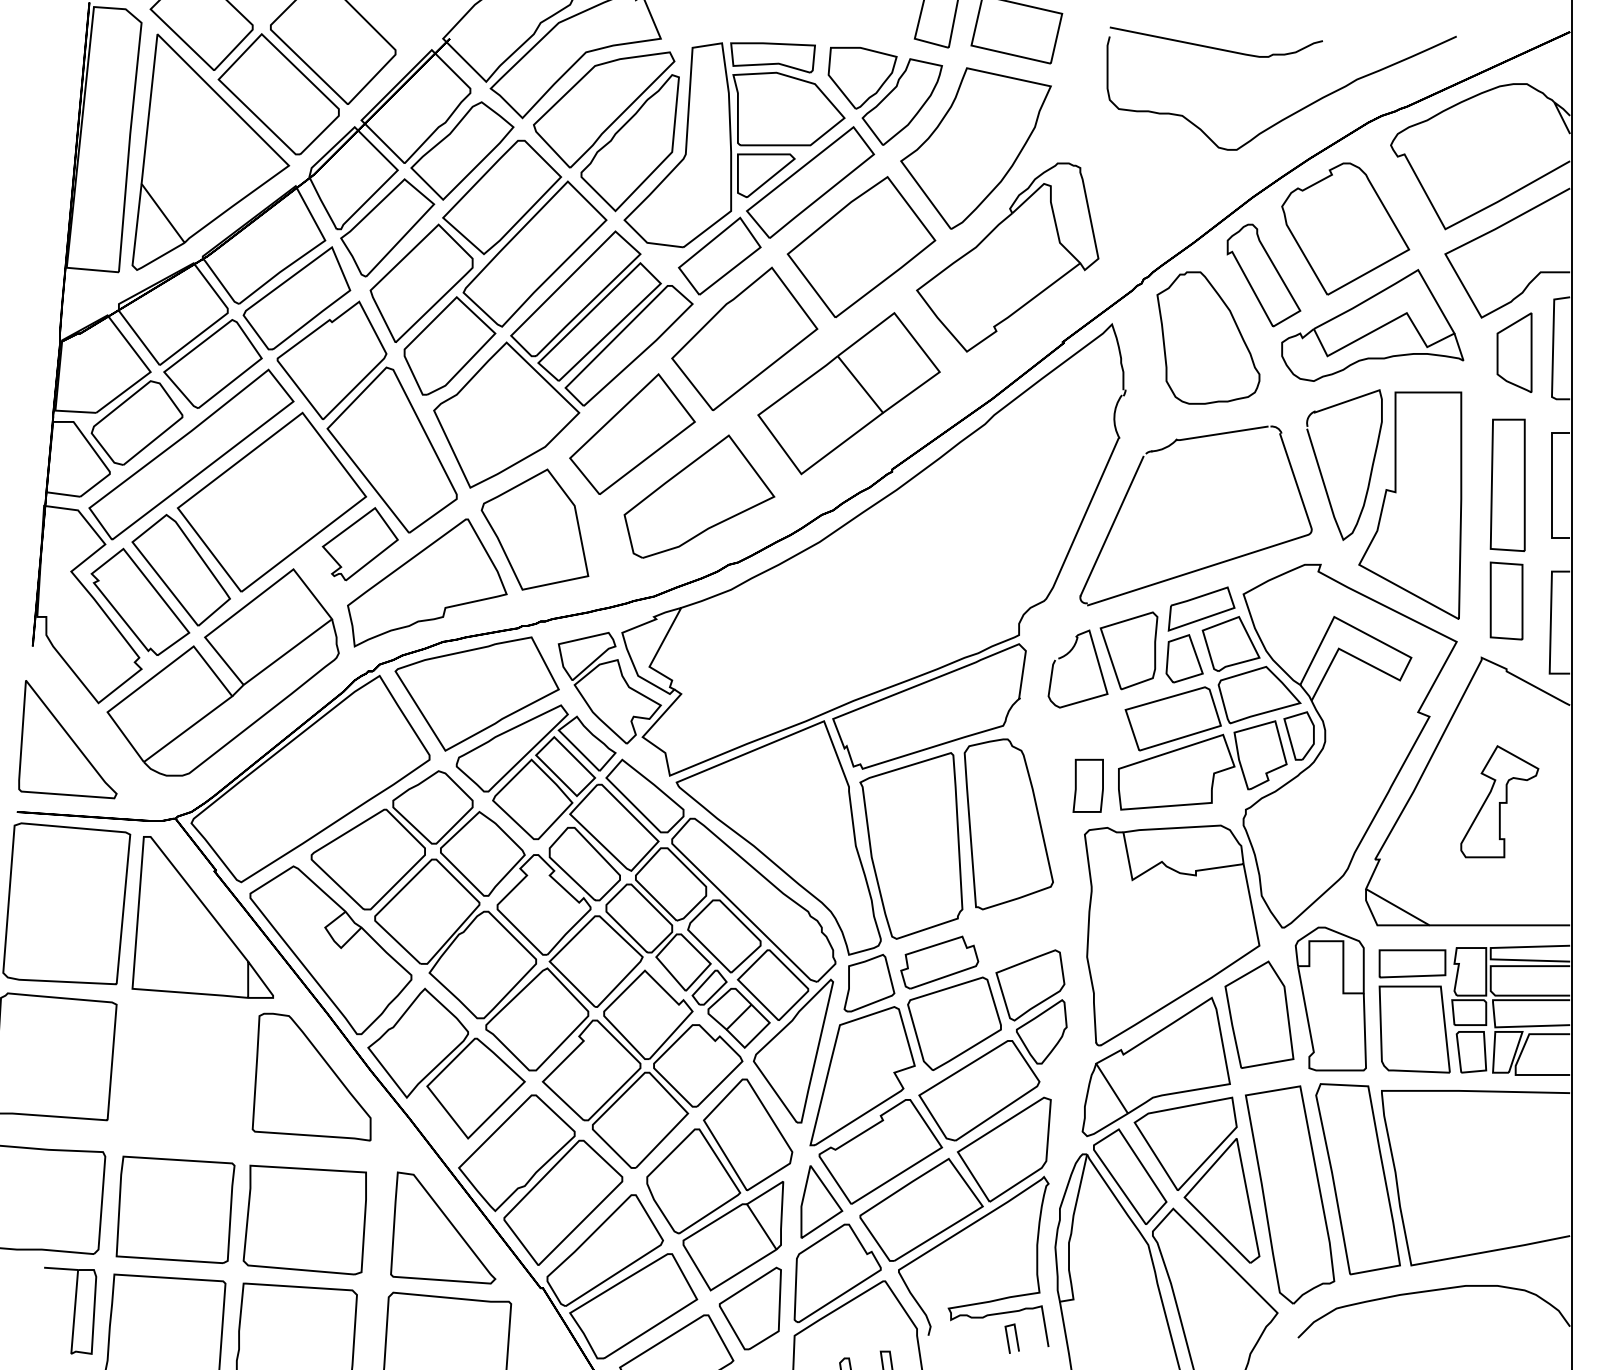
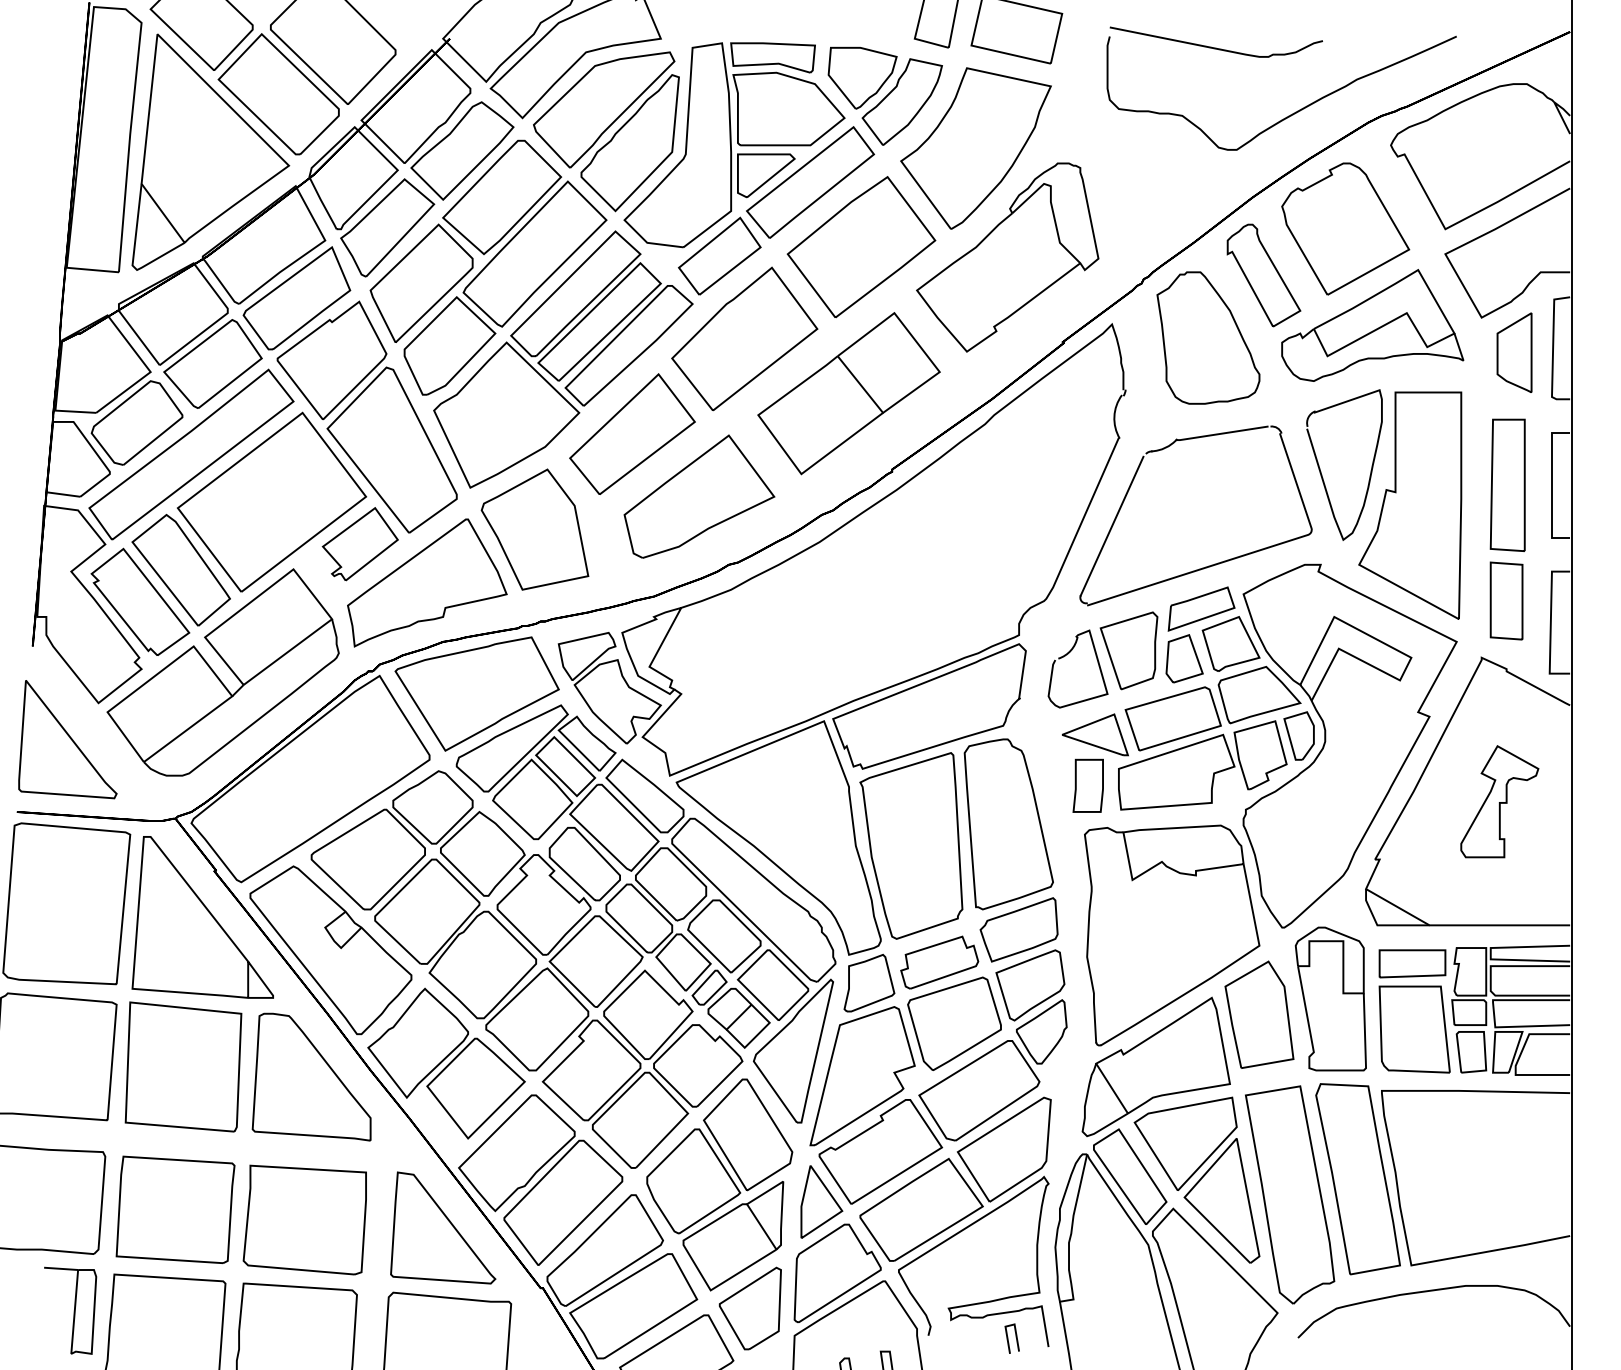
part at (1094, 734): none -> present
part at (1018, 929): none -> present
part at (183, 1066): none -> present
